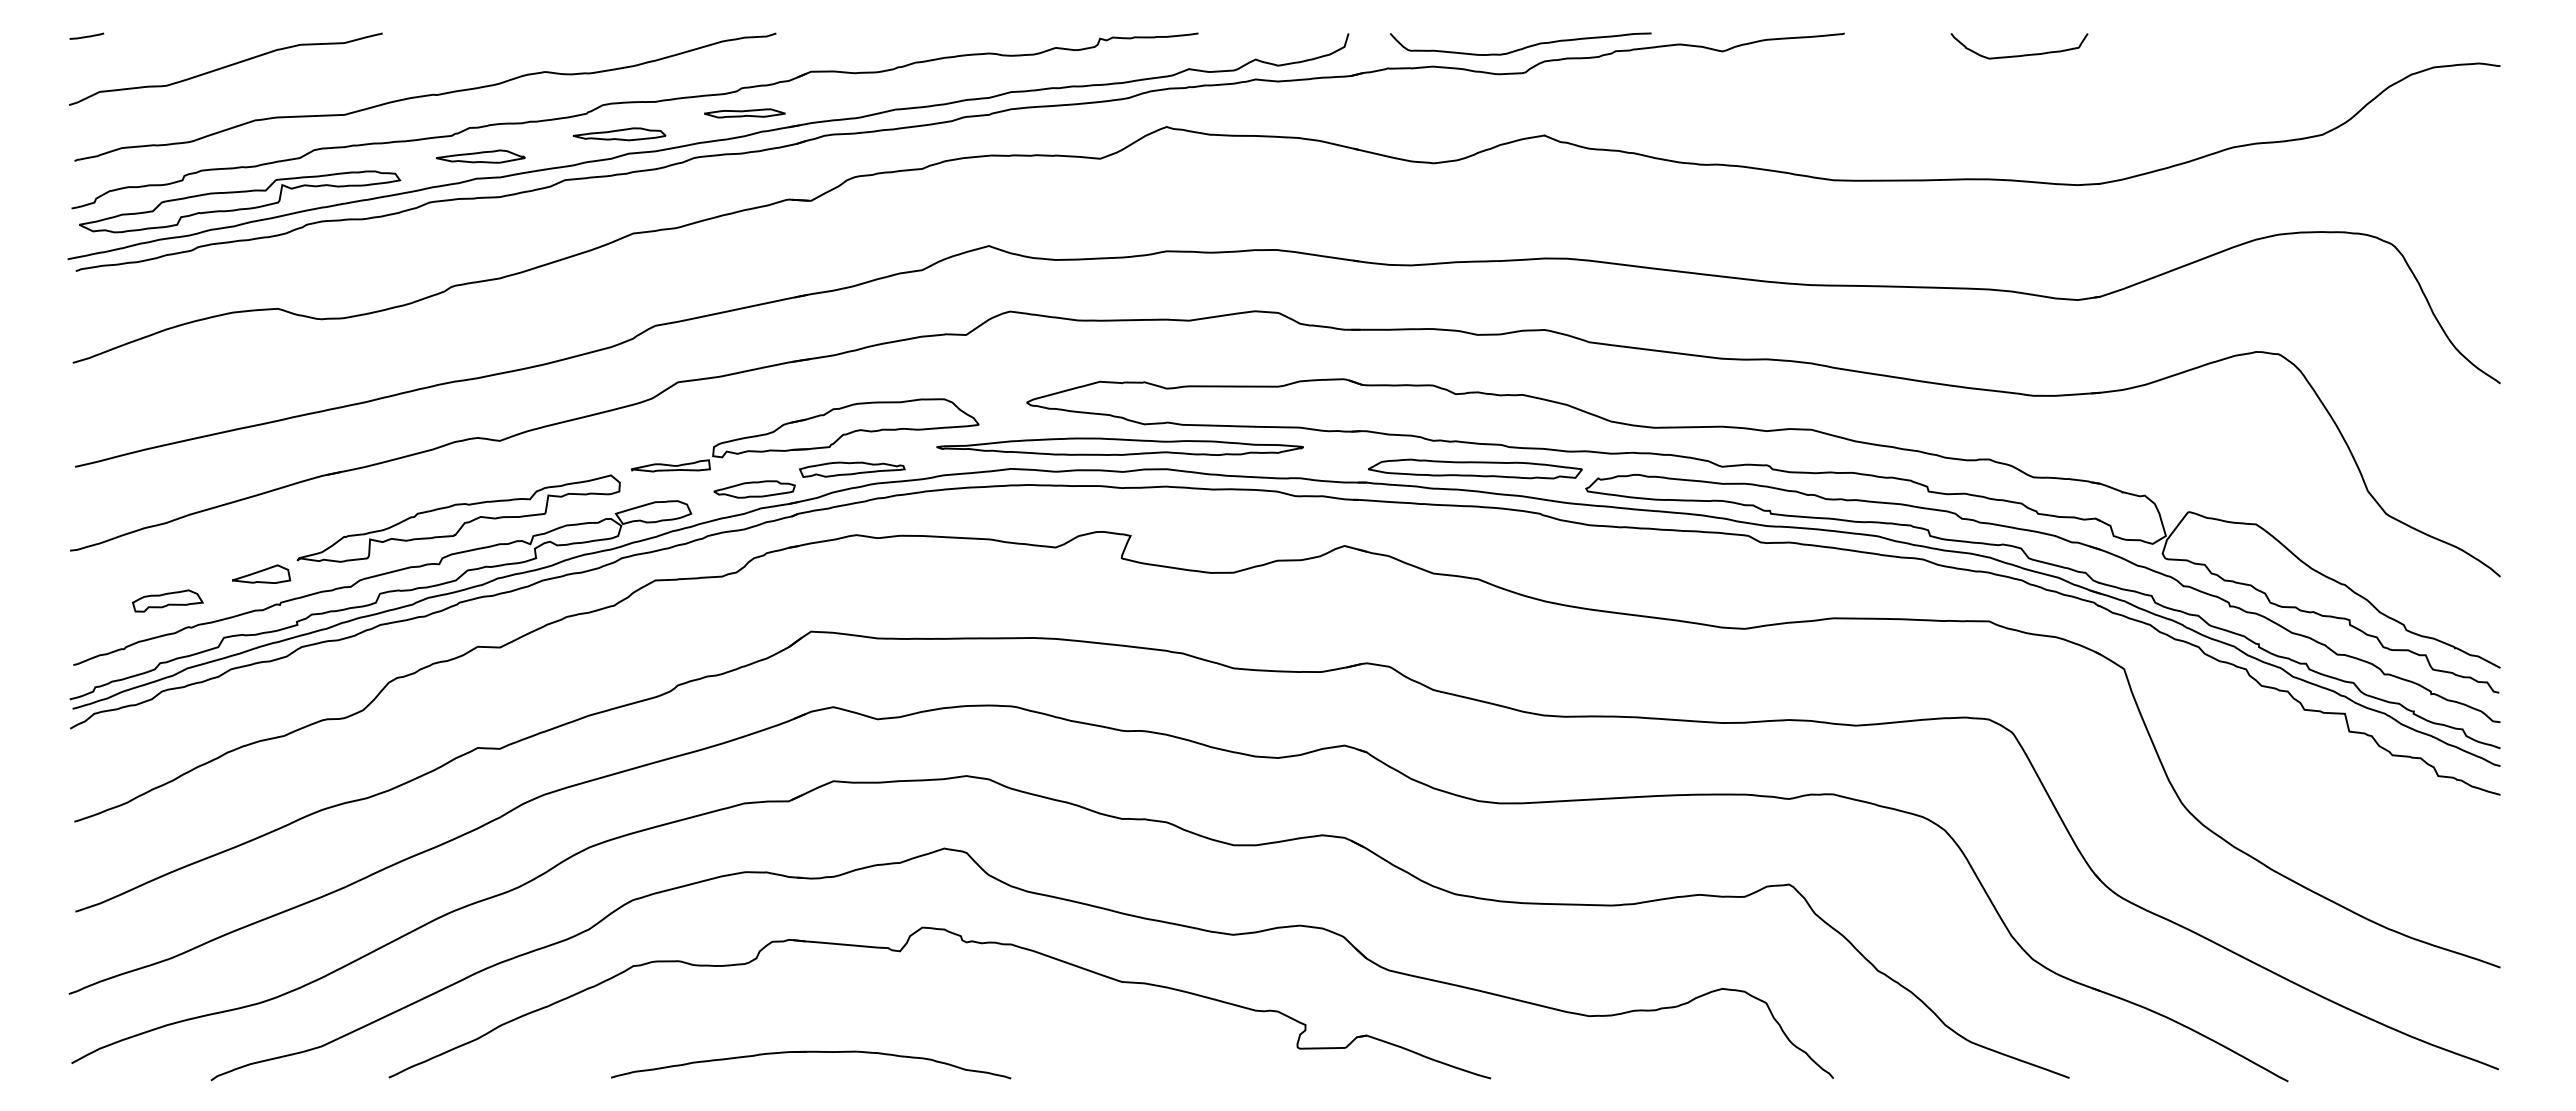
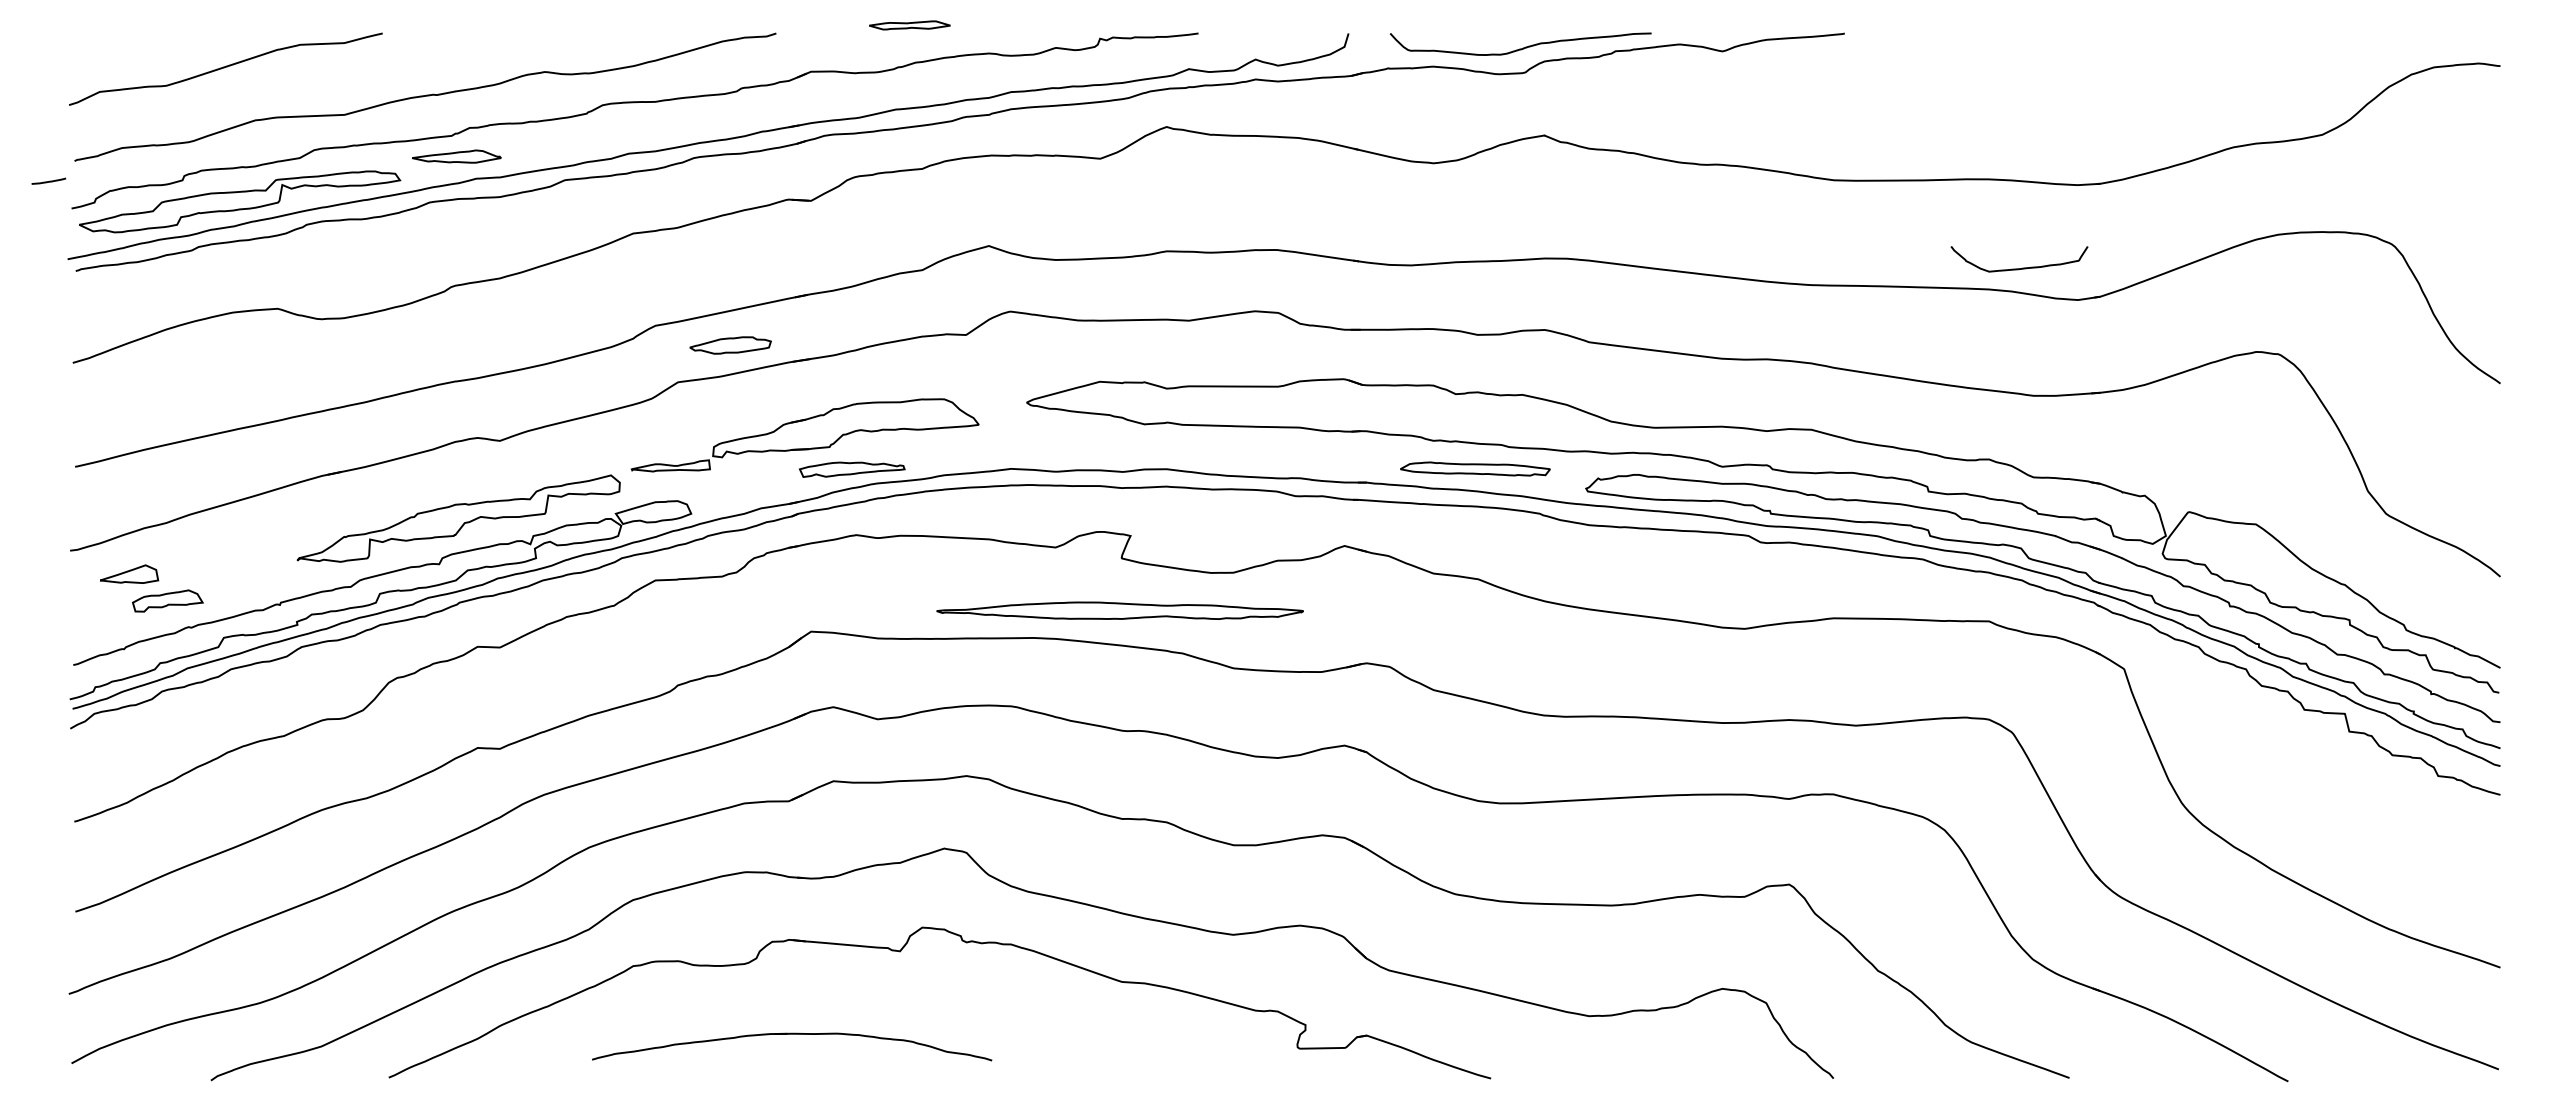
line at (87, 35) position: (87, 35) -> (49, 180)
curve at (2022, 54) position: (2022, 54) -> (2022, 267)
part at (744, 113) position: (744, 113) -> (909, 25)
part at (619, 134): present -> none
part at (480, 156) position: (480, 156) -> (456, 156)
part at (1119, 446) position: (1119, 446) -> (1119, 610)
part at (1475, 468) size: 215x22 px -> 151x16 px
part at (754, 489) position: (754, 489) -> (730, 345)
part at (261, 573) position: (261, 573) -> (129, 573)
part at (811, 1052) position: (811, 1052) -> (792, 1034)
